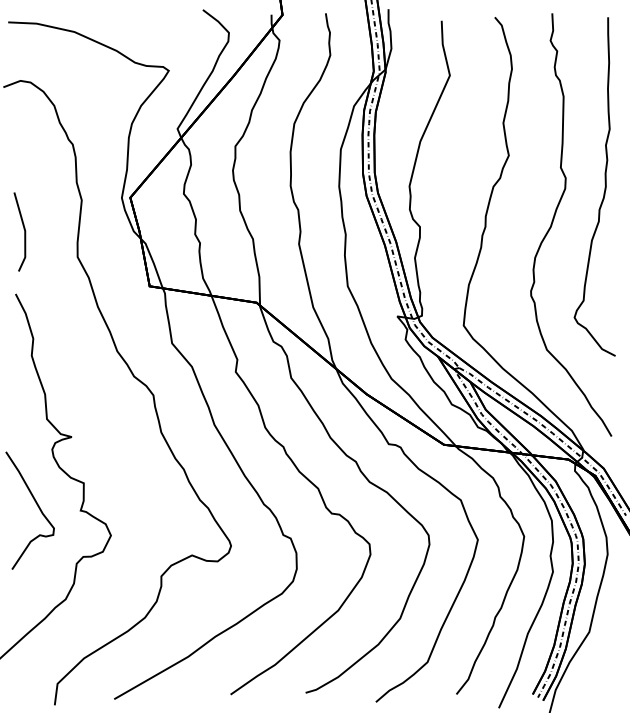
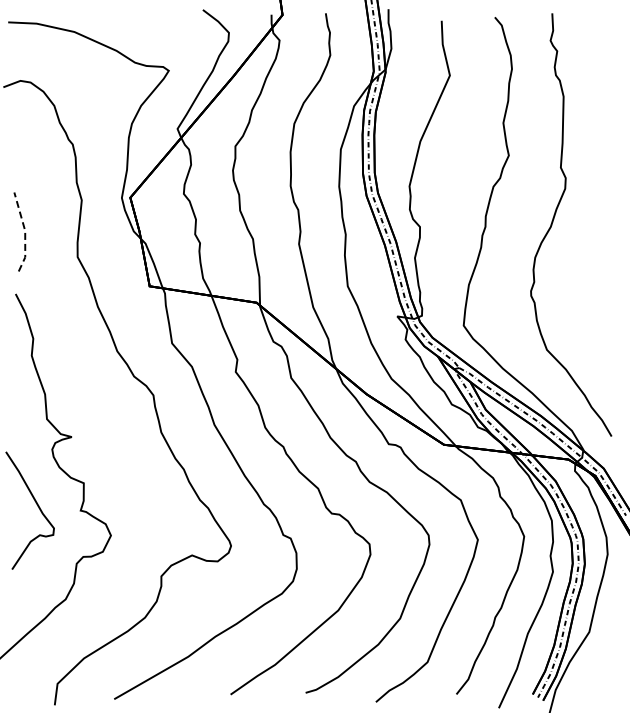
curve at (604, 187): present -> none
line at (25, 231): solid -> dashed
